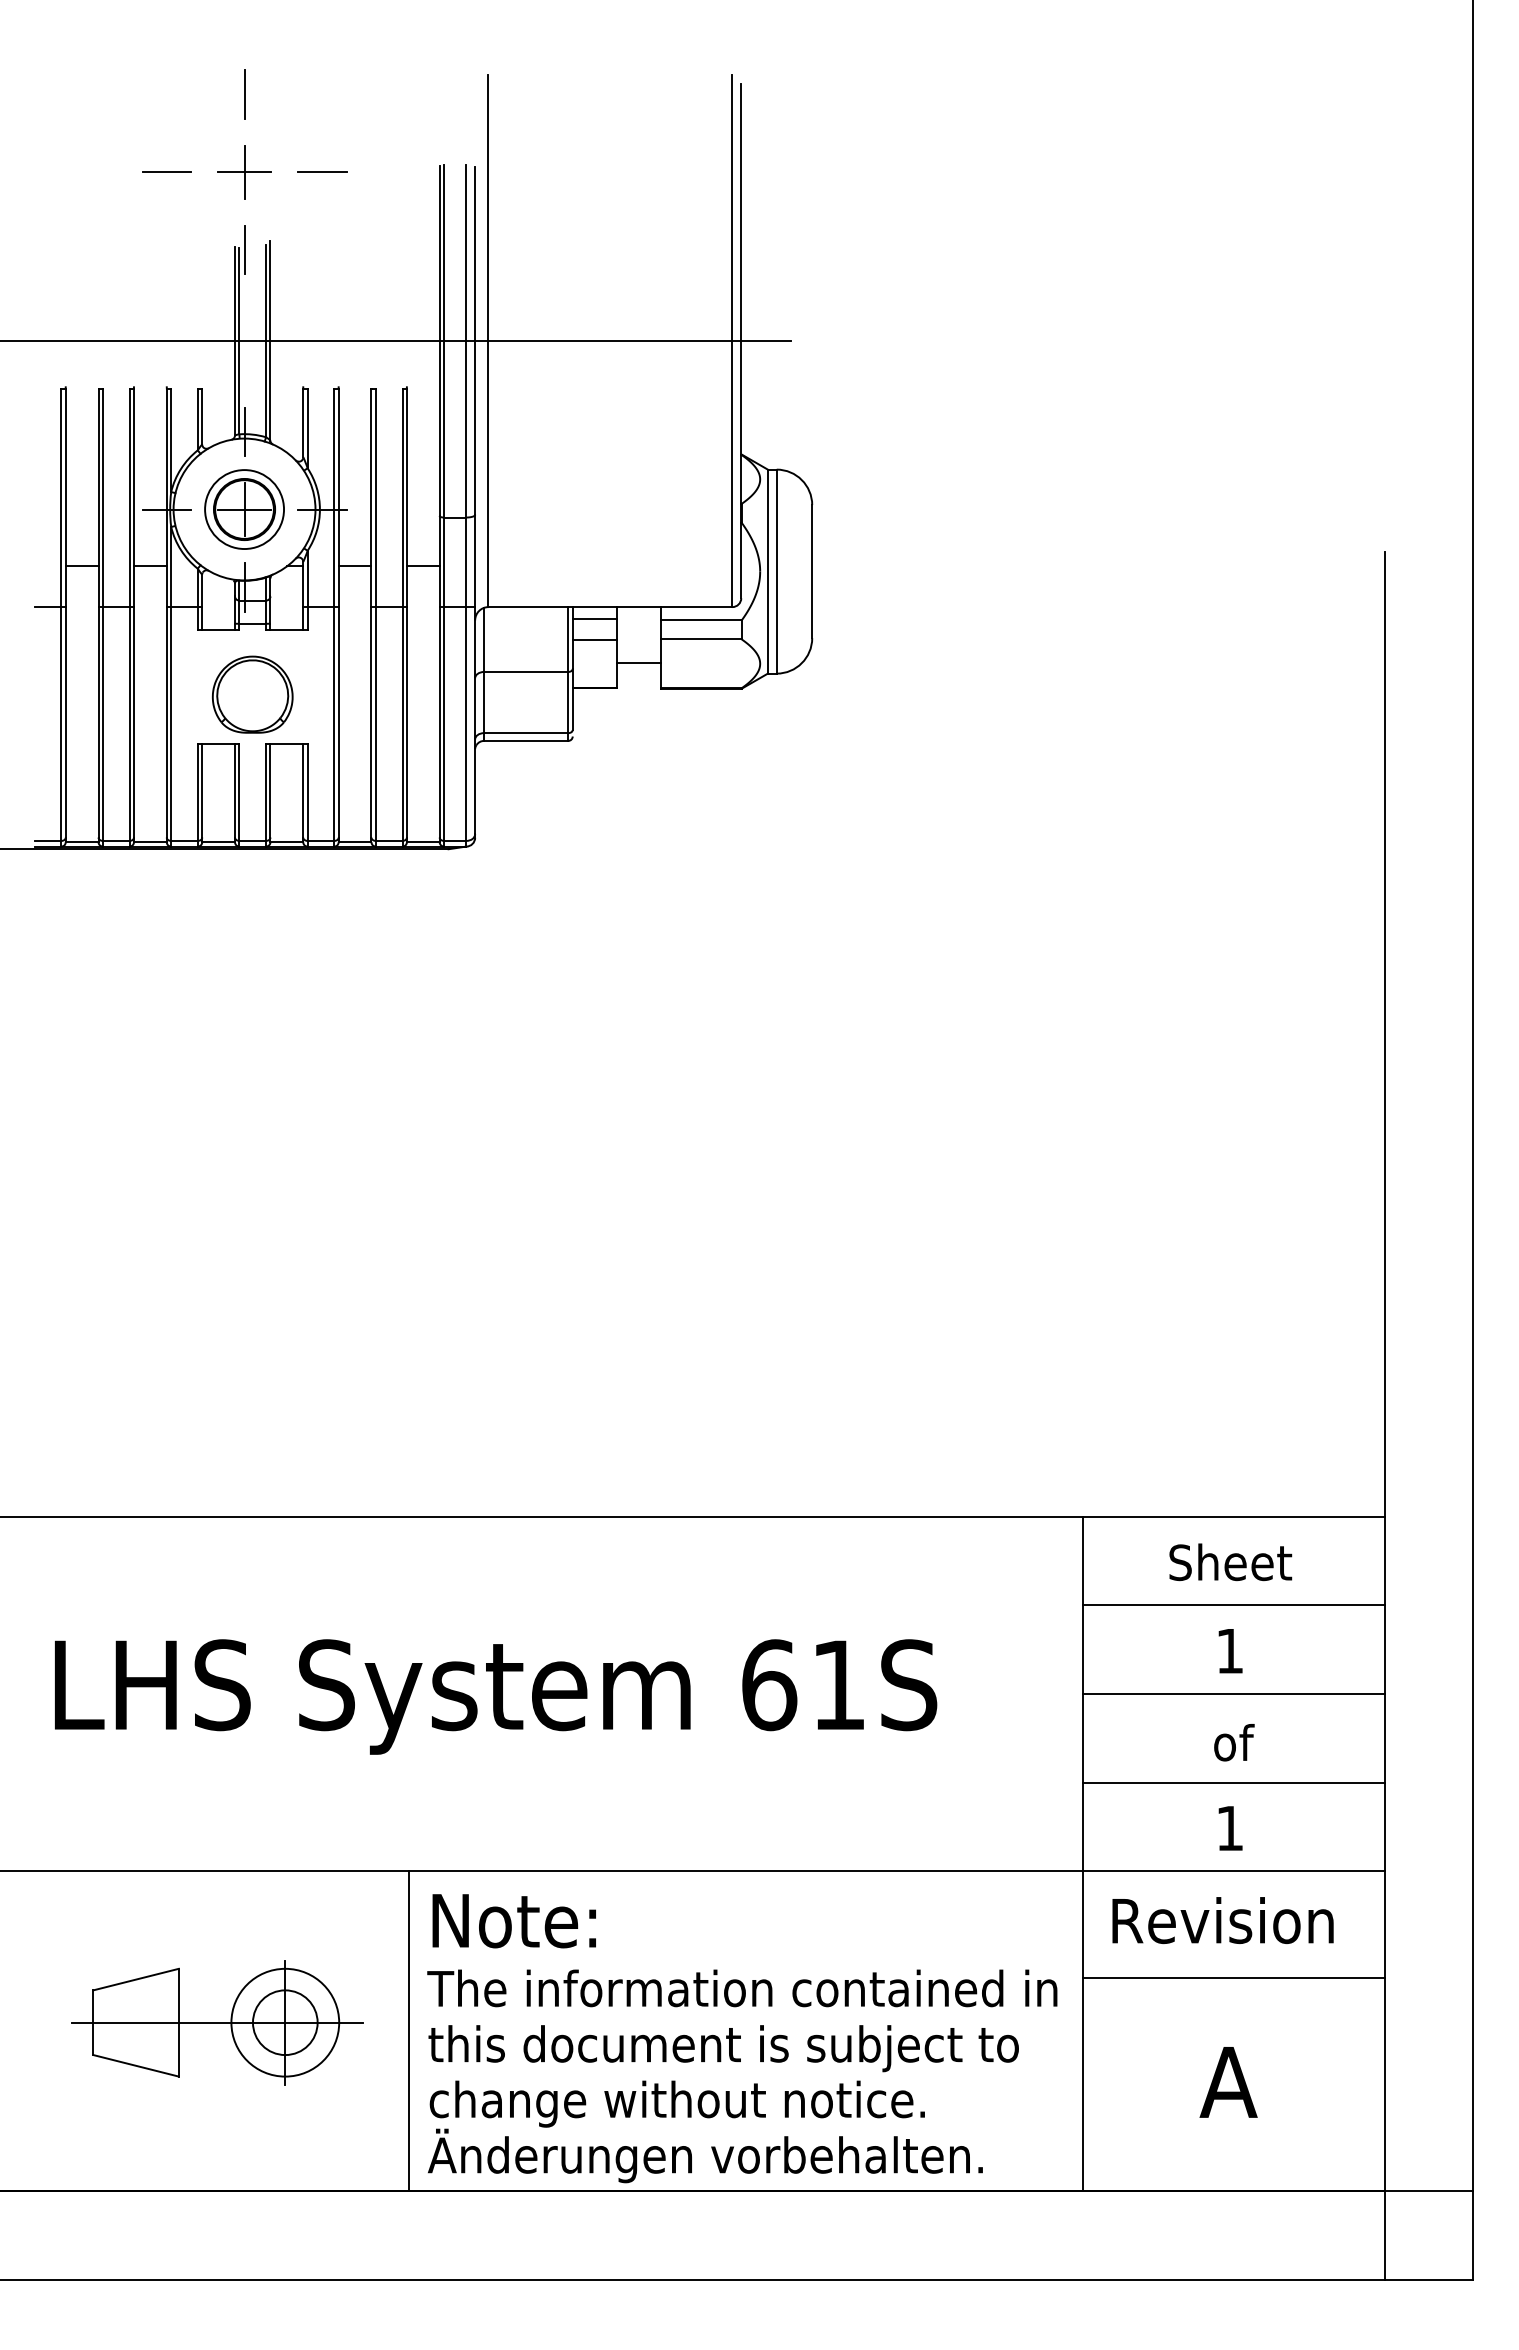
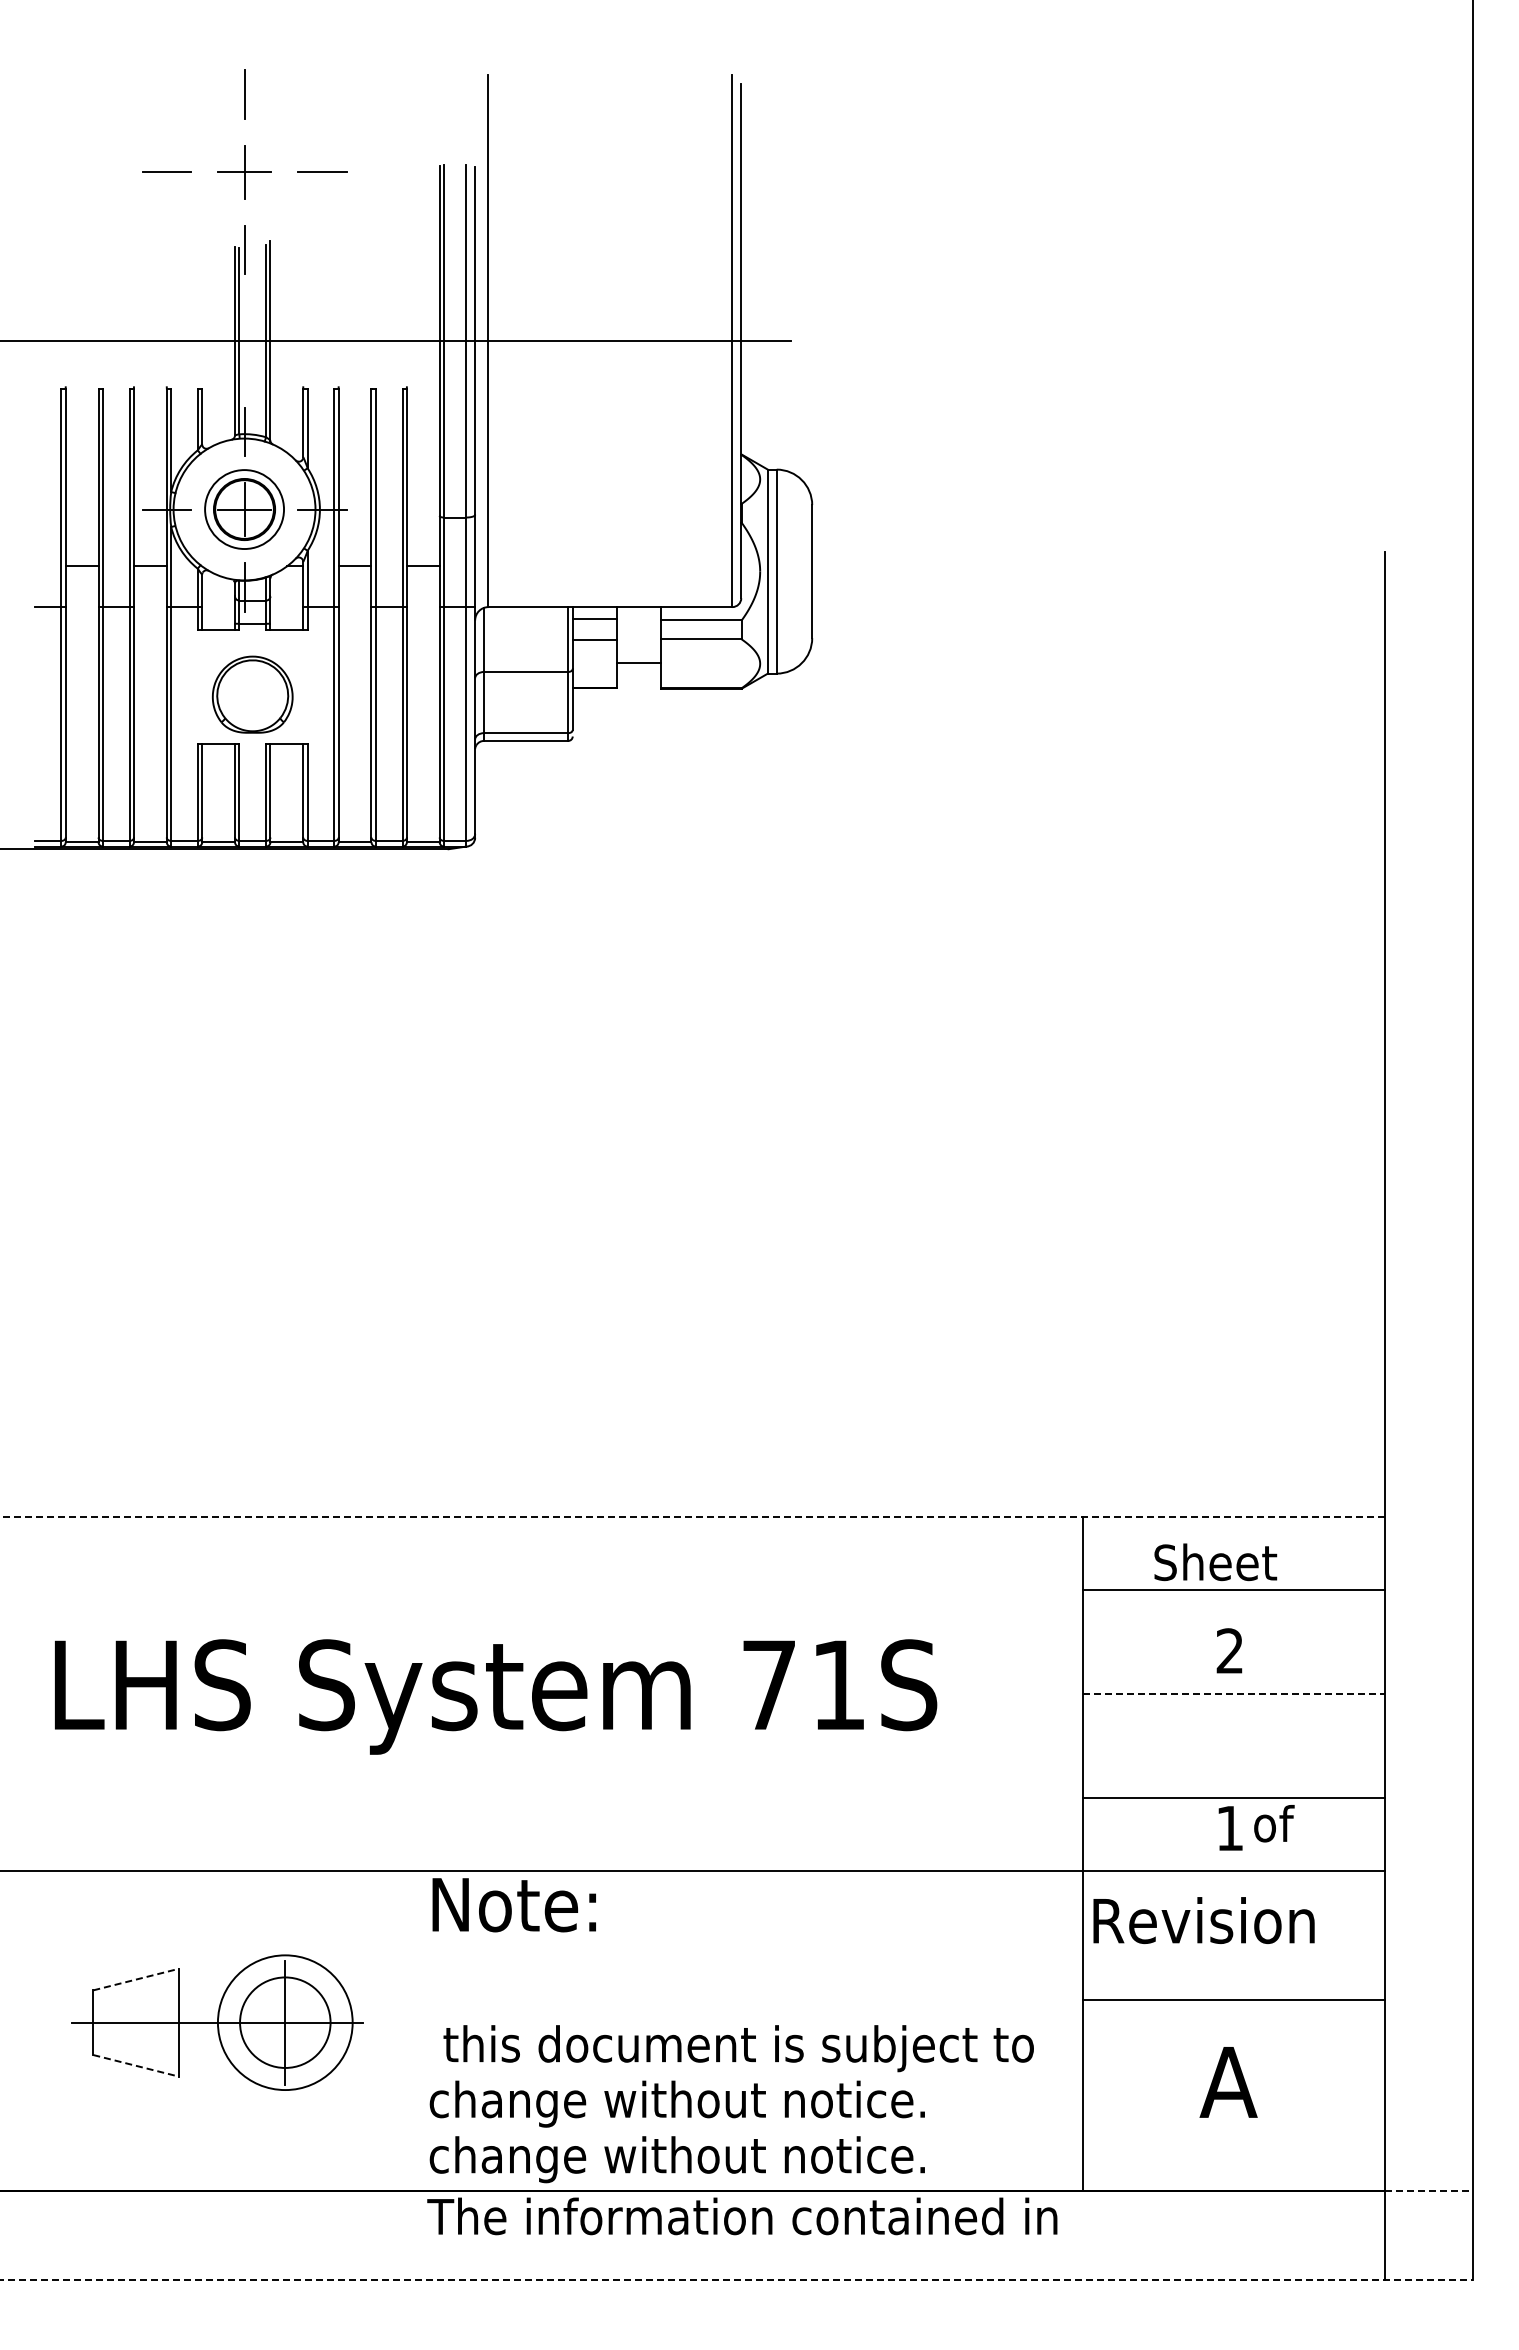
line at (693, 1516): solid -> dashed
text at (1230, 1562) position: (1230, 1562) -> (1215, 1562)
line at (1233, 1605) position: (1233, 1605) -> (1233, 1590)
text at (1229, 1650): 1 -> 2
text at (769, 1685): 61S -> 71S
line at (1234, 1694): solid -> dashed
text at (1234, 1742) position: (1234, 1742) -> (1274, 1823)
line at (1233, 1782) position: (1233, 1782) -> (1233, 1797)
text at (1222, 1920) position: (1222, 1920) -> (1203, 1920)
text at (513, 1921) position: (513, 1921) -> (513, 1905)
line at (1233, 1977) position: (1233, 1977) -> (1233, 1999)
line at (136, 1979): solid -> dashed
text at (742, 1988) position: (742, 1988) -> (742, 2216)
circle at (284, 2022) diameter: 65 px -> 91 px
circle at (285, 2022) diameter: 108 px -> 135 px
line at (409, 2030): present -> none
text at (723, 2048) position: (723, 2048) -> (738, 2048)
line at (136, 2065): solid -> dashed
text at (704, 2155): Änderungen vorbehalten. -> change without notice.
line at (1429, 2190): solid -> dashed
line at (737, 2279): solid -> dashed
